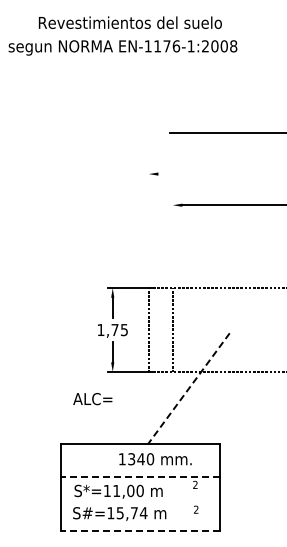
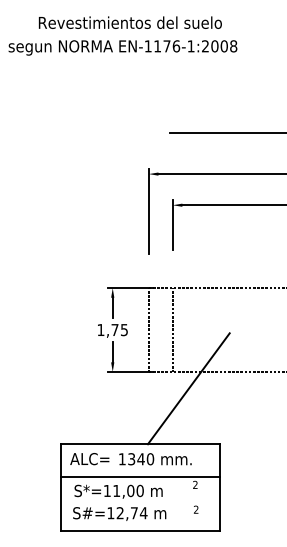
line at (220, 174): none -> present
line at (148, 211): none -> present
line at (172, 225): none -> present
line at (188, 388): dashed -> solid
text at (92, 399) position: (92, 399) -> (89, 459)
line at (139, 476): dashed -> solid
text at (119, 513): S#=15,74 -> S#=12,74
line at (139, 530): dashed -> solid
